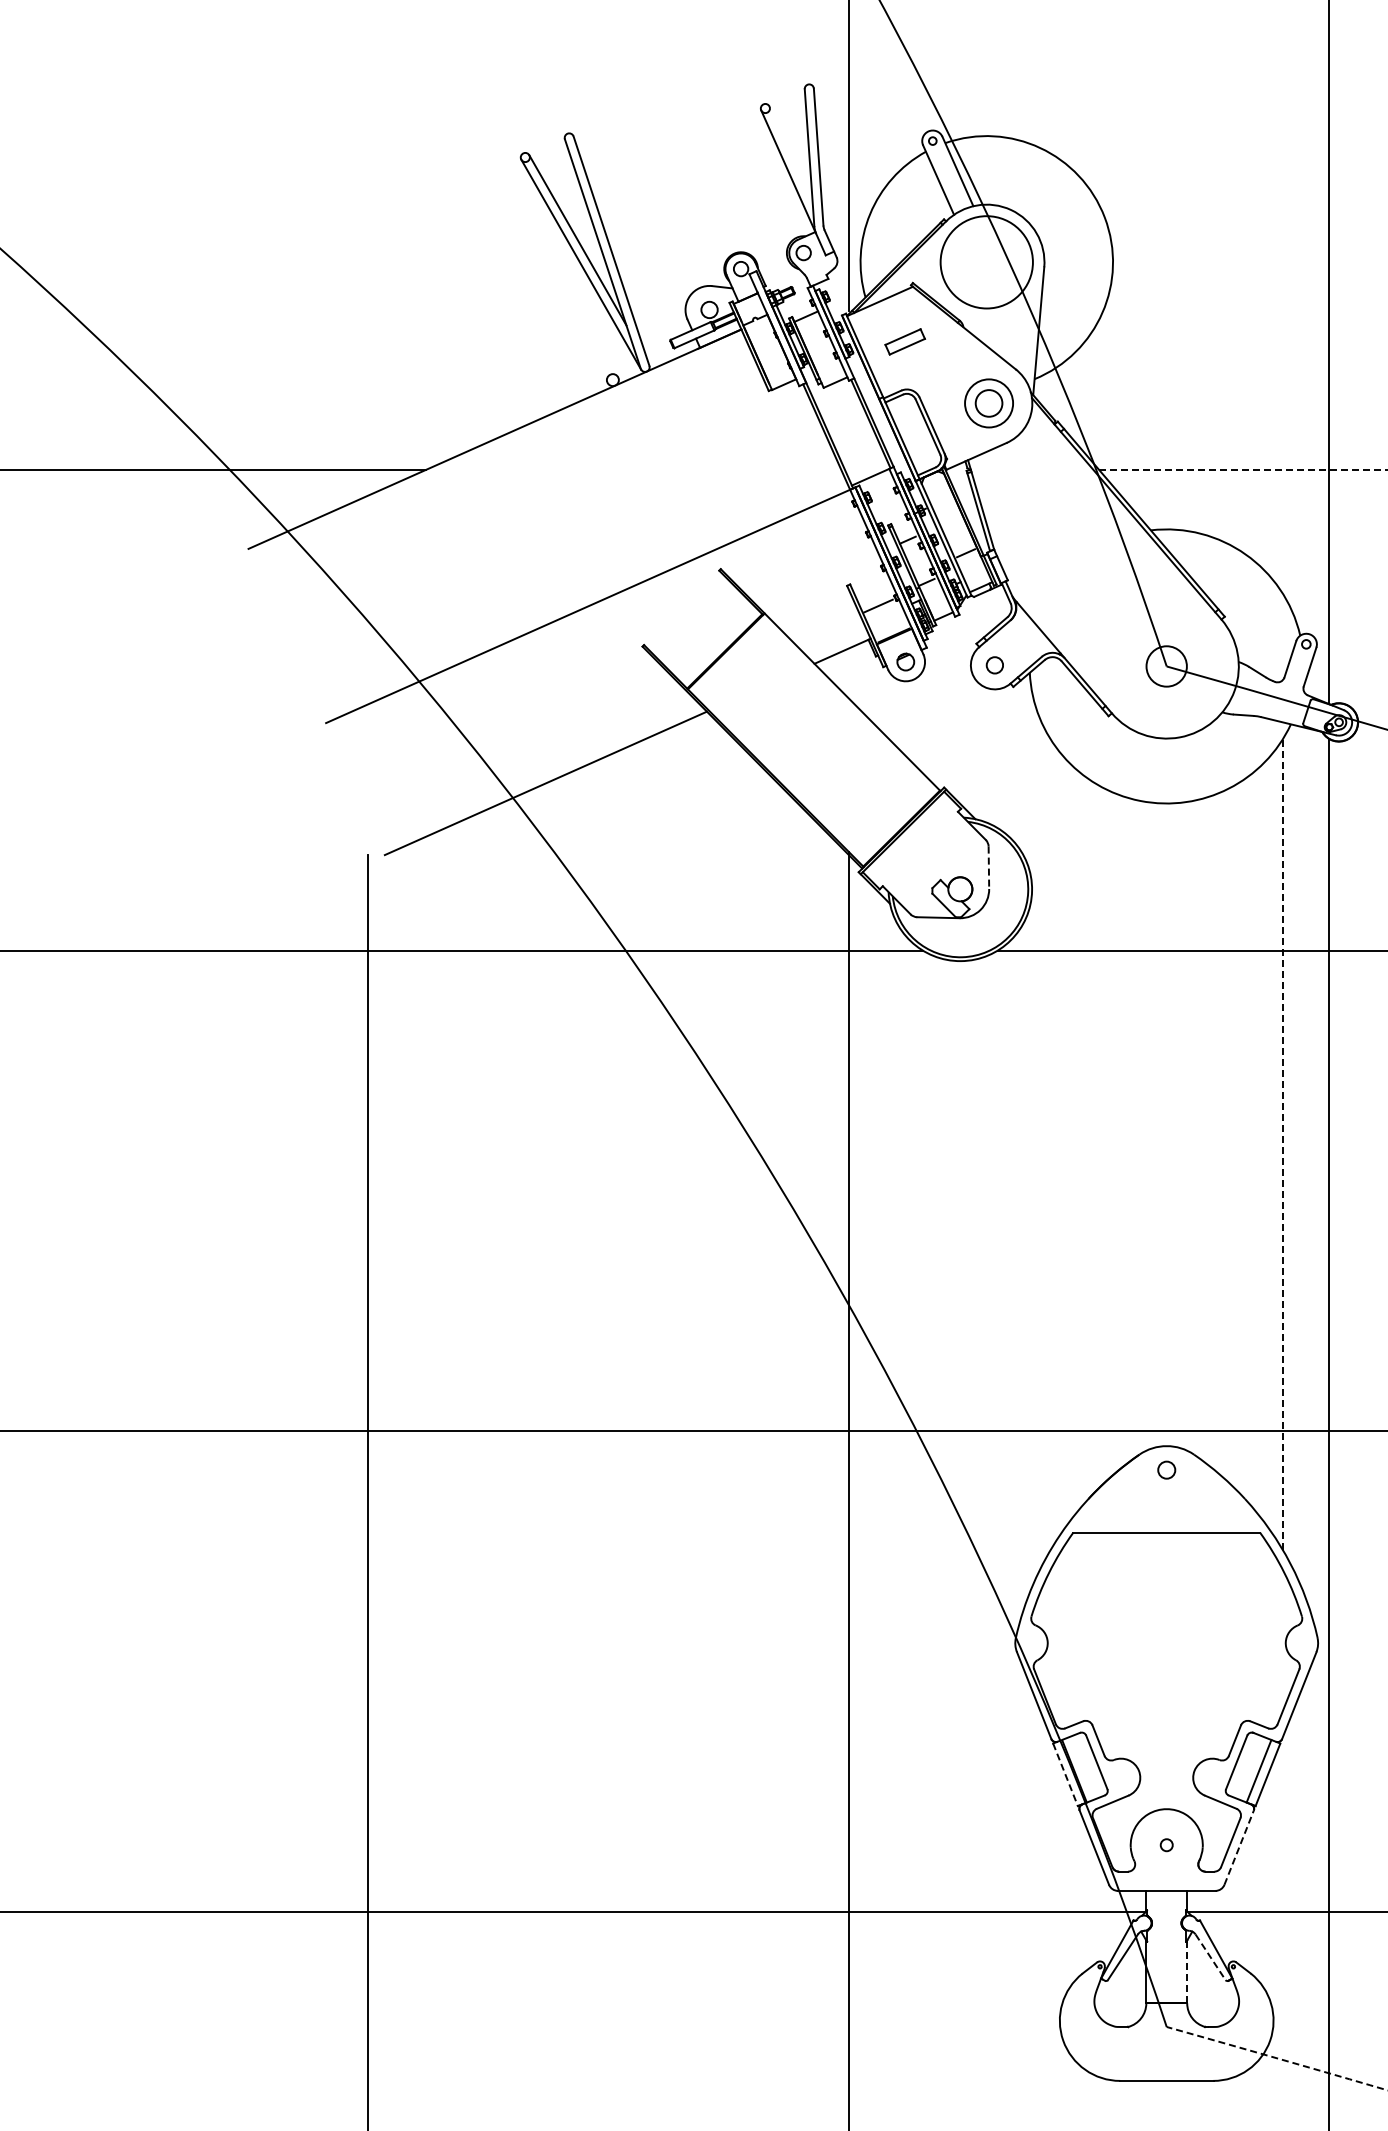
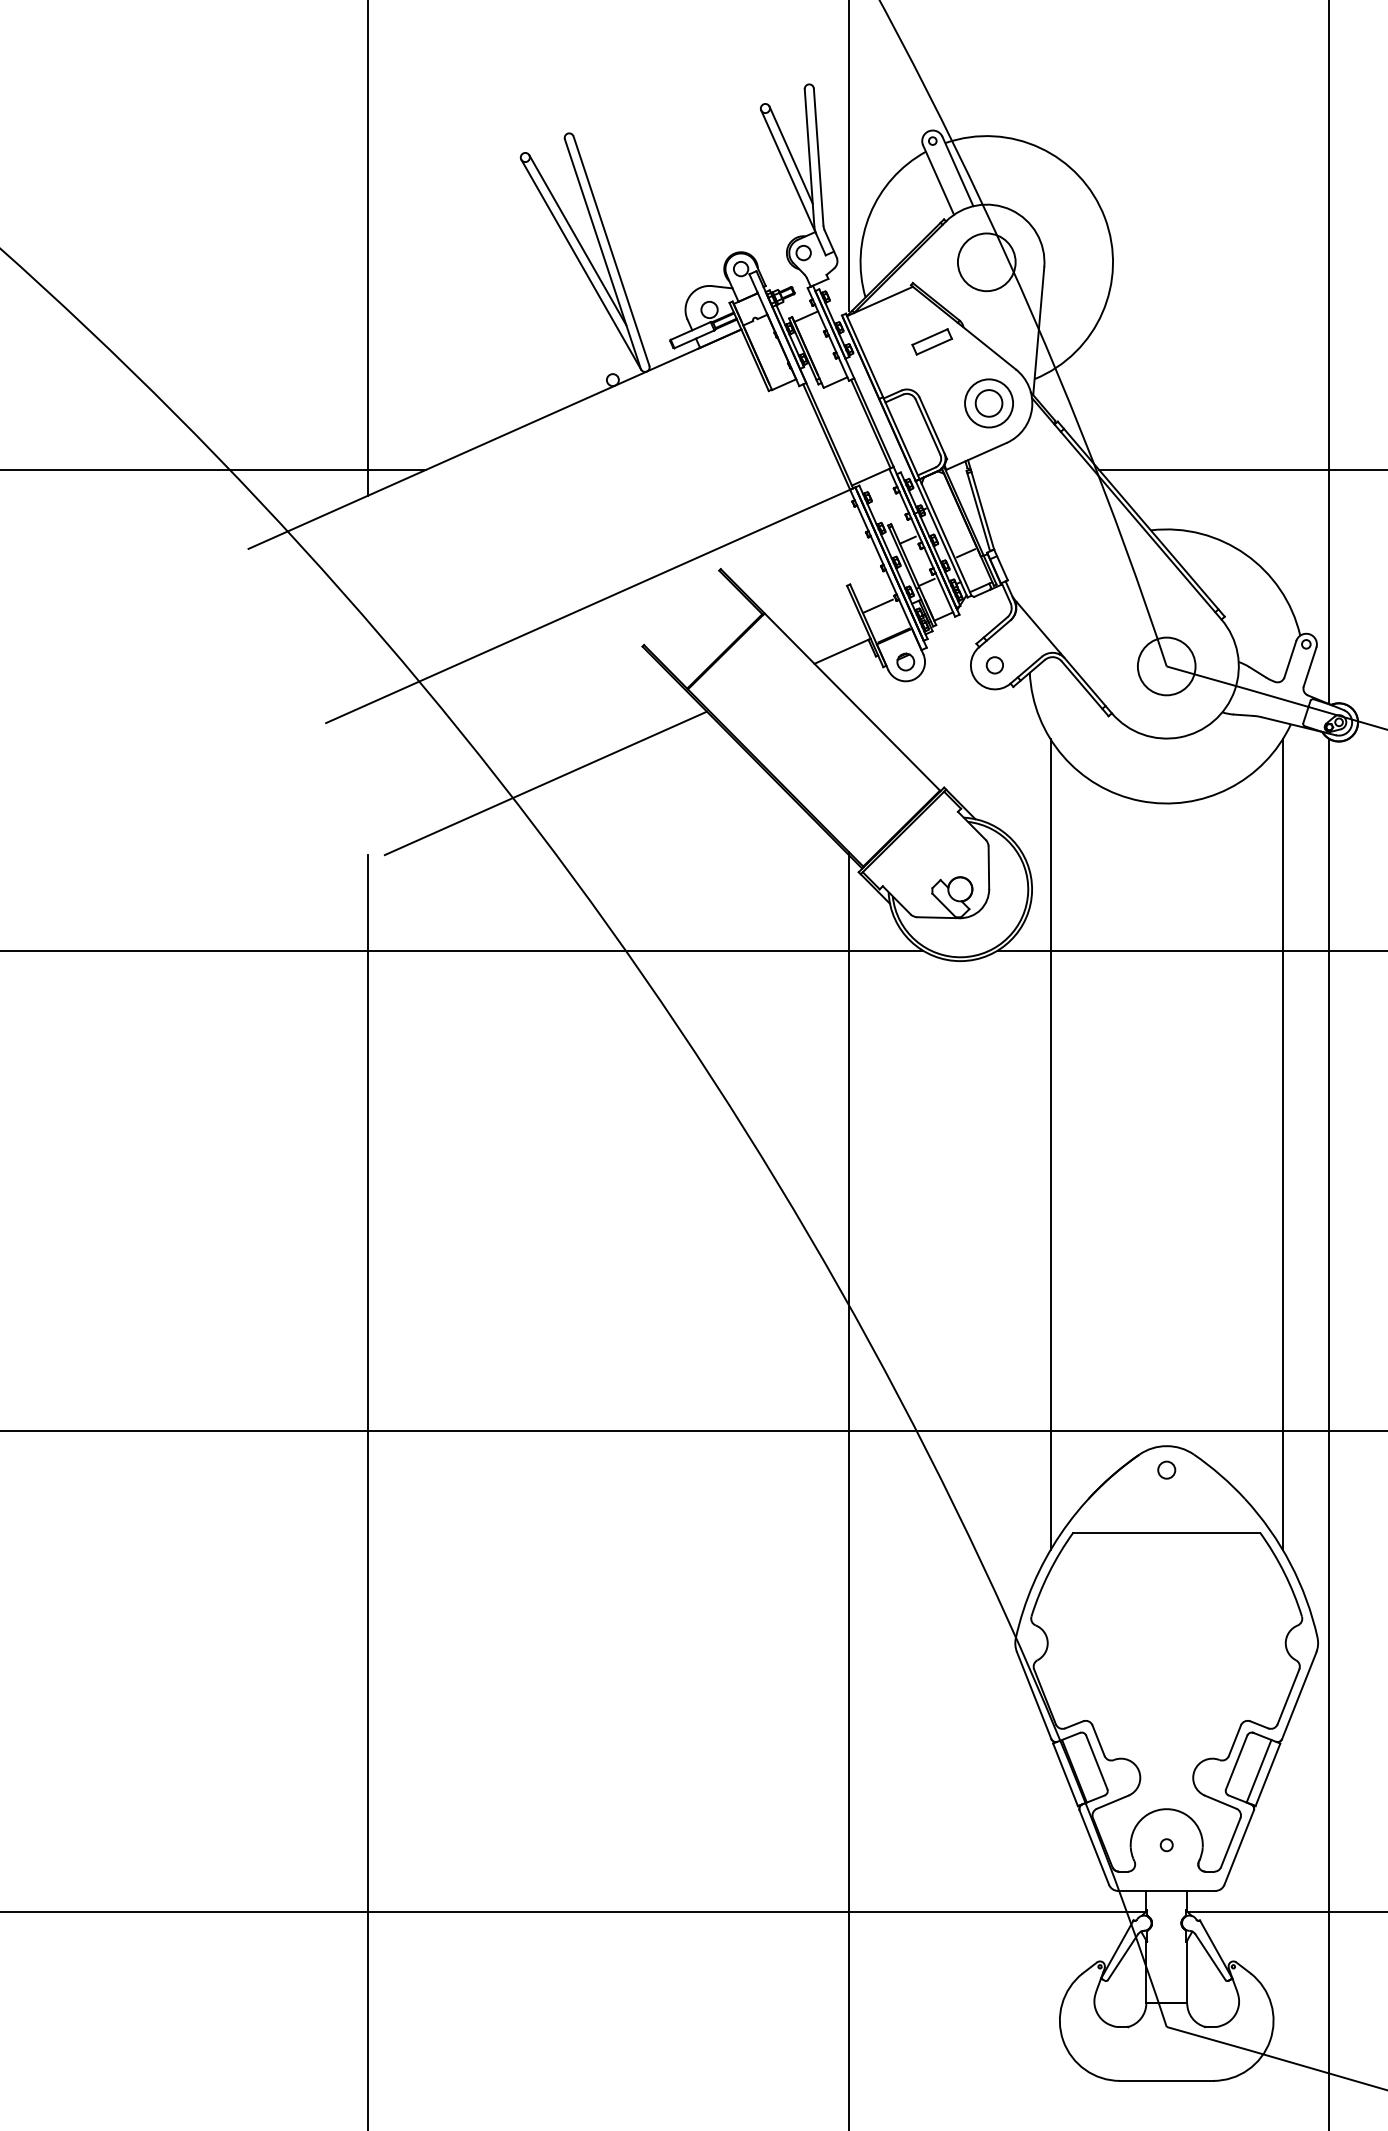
line at (790, 154): none -> present
line at (367, 248): none -> present
circle at (986, 262) diameter: 92 px -> 58 px
part at (904, 341) position: (904, 341) -> (931, 341)
line at (1243, 469): dashed -> solid
circle at (1166, 666) diameter: 40 px -> 58 px
line at (988, 868): dashed -> solid
line at (1050, 1144): none -> present
line at (1282, 1144): dashed -> solid
line at (1065, 1774): dashed -> solid
line at (1239, 1847): dashed -> solid
line at (1210, 1957): dashed -> solid
line at (1187, 1971): dashed -> solid
arc at (1276, 2058): dashed -> solid
